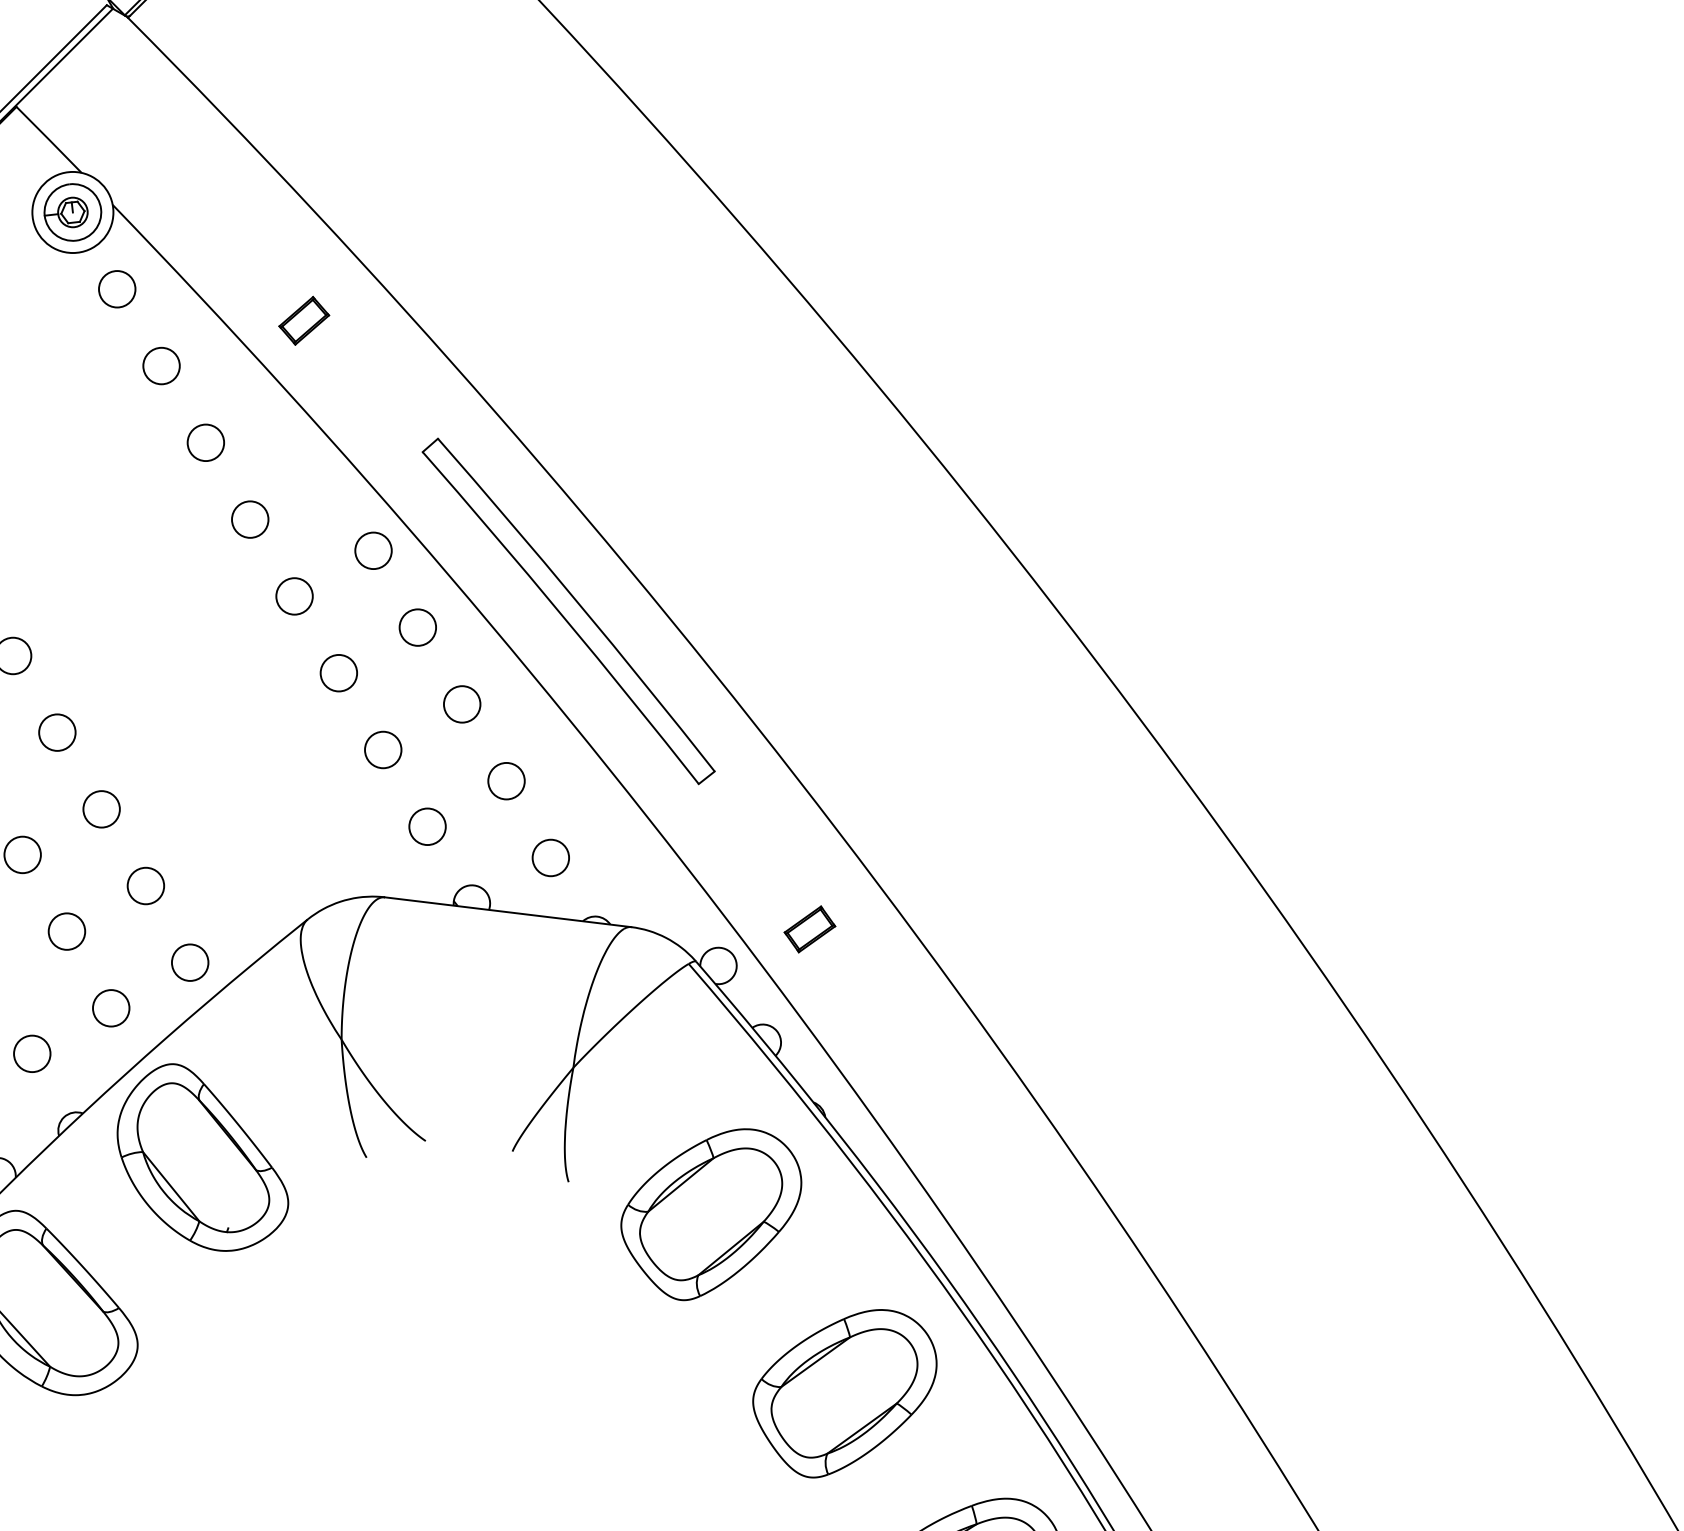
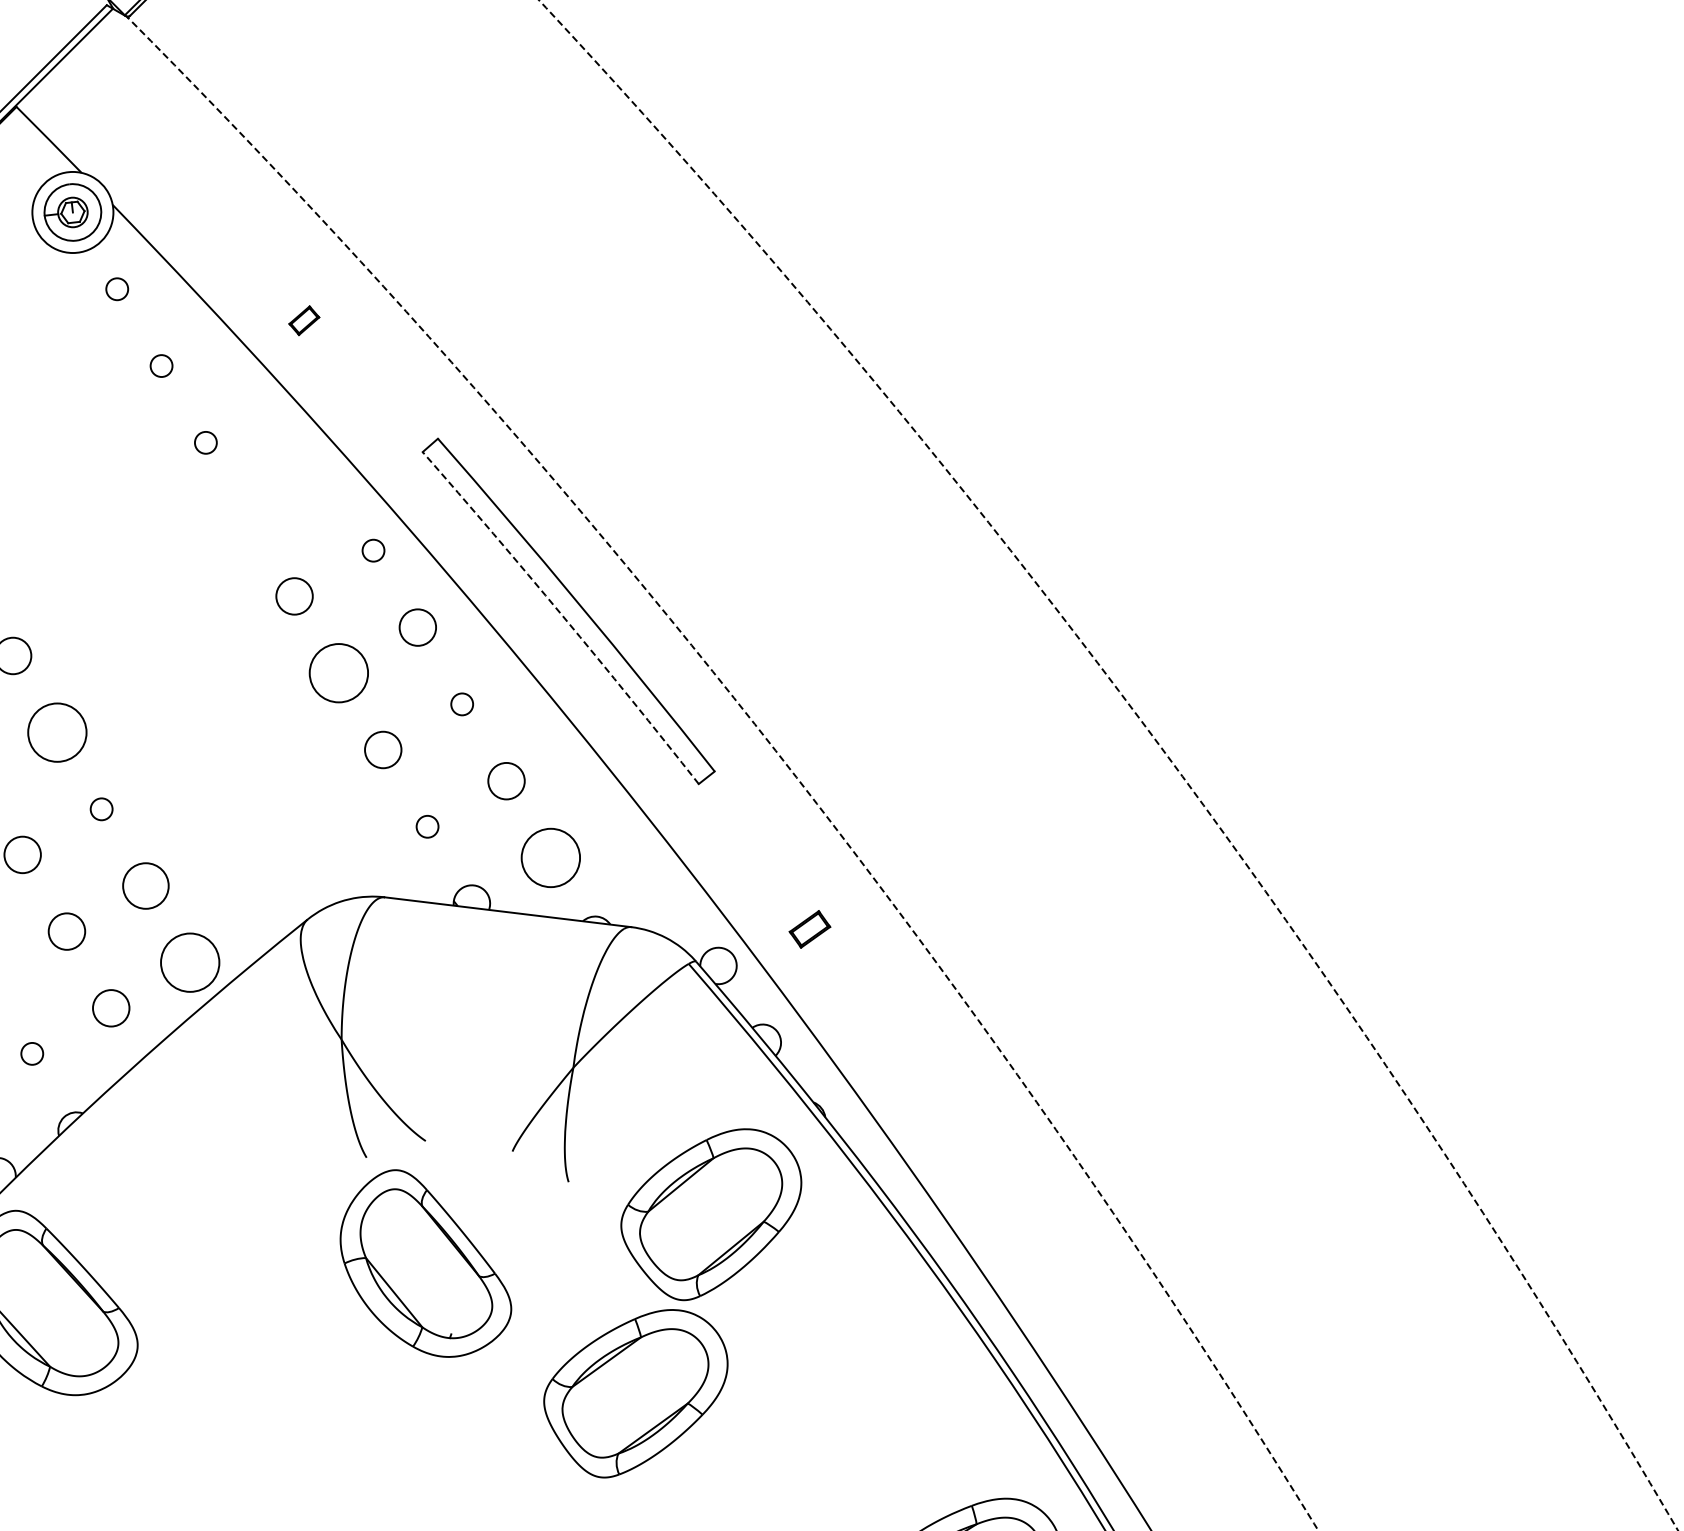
circle at (117, 289) diameter: 36 px -> 22 px
part at (304, 320) size: 53x51 px -> 33x32 px
circle at (161, 365) diameter: 36 px -> 22 px
circle at (205, 442) diameter: 36 px -> 22 px
circle at (250, 519): present -> none
circle at (373, 550) size: 39x39 px -> 25x25 px
arc at (562, 616): solid -> dashed
circle at (338, 672) diameter: 36 px -> 58 px
circle at (461, 704) diameter: 36 px -> 22 px
circle at (57, 732) diameter: 36 px -> 58 px
arc at (1149, 732): solid -> dashed
arc at (767, 740): solid -> dashed
circle at (101, 809) diameter: 36 px -> 22 px
circle at (427, 826) diameter: 36 px -> 22 px
circle at (550, 857) diameter: 36 px -> 58 px
circle at (145, 885) size: 40x40 px -> 48x48 px
part at (809, 929) size: 54x49 px -> 44x39 px
circle at (189, 962) diameter: 36 px -> 58 px
circle at (32, 1053) diameter: 36 px -> 22 px
part at (202, 1157) position: (202, 1157) -> (425, 1263)
part at (844, 1393) position: (844, 1393) -> (635, 1393)
